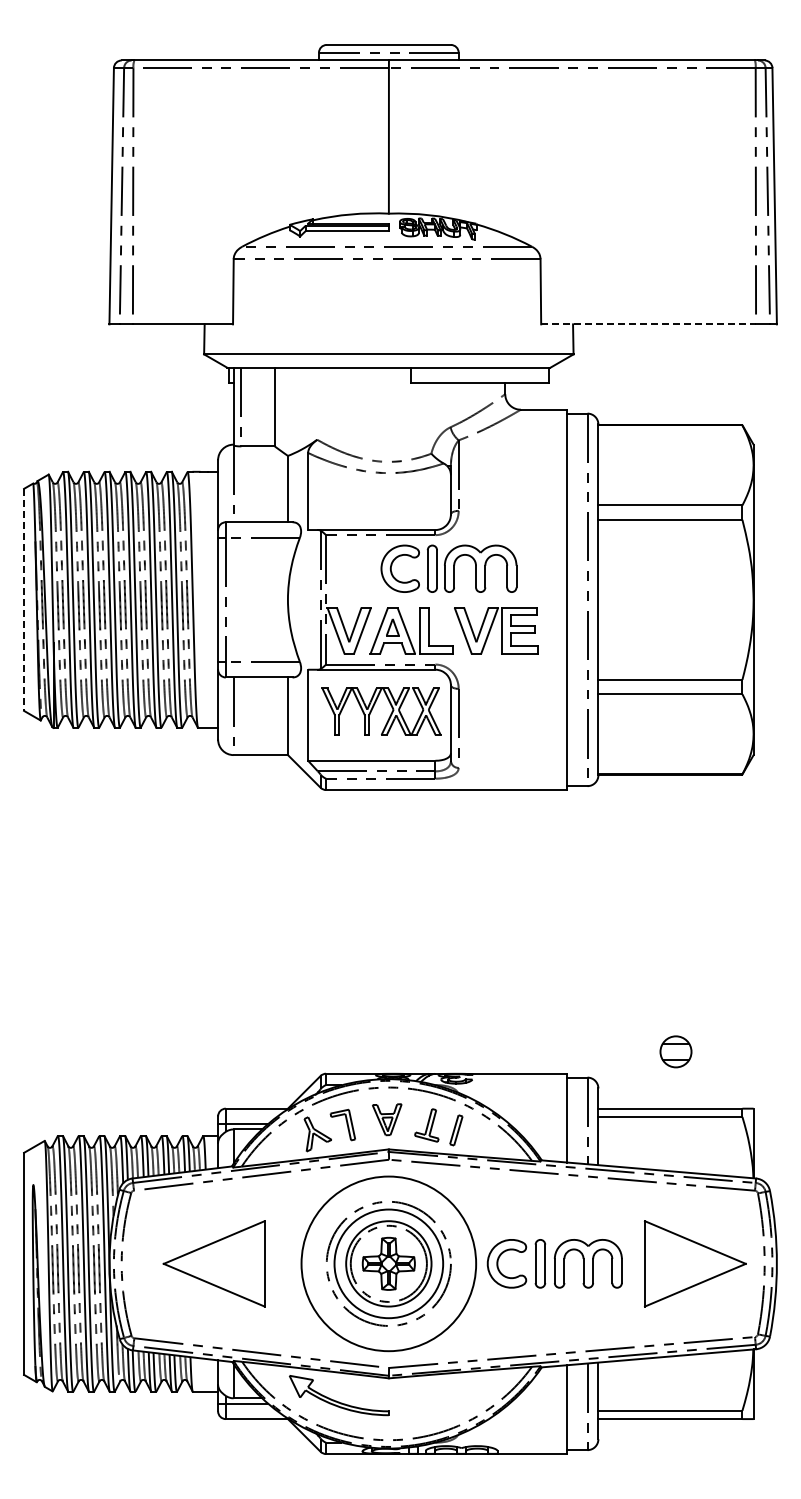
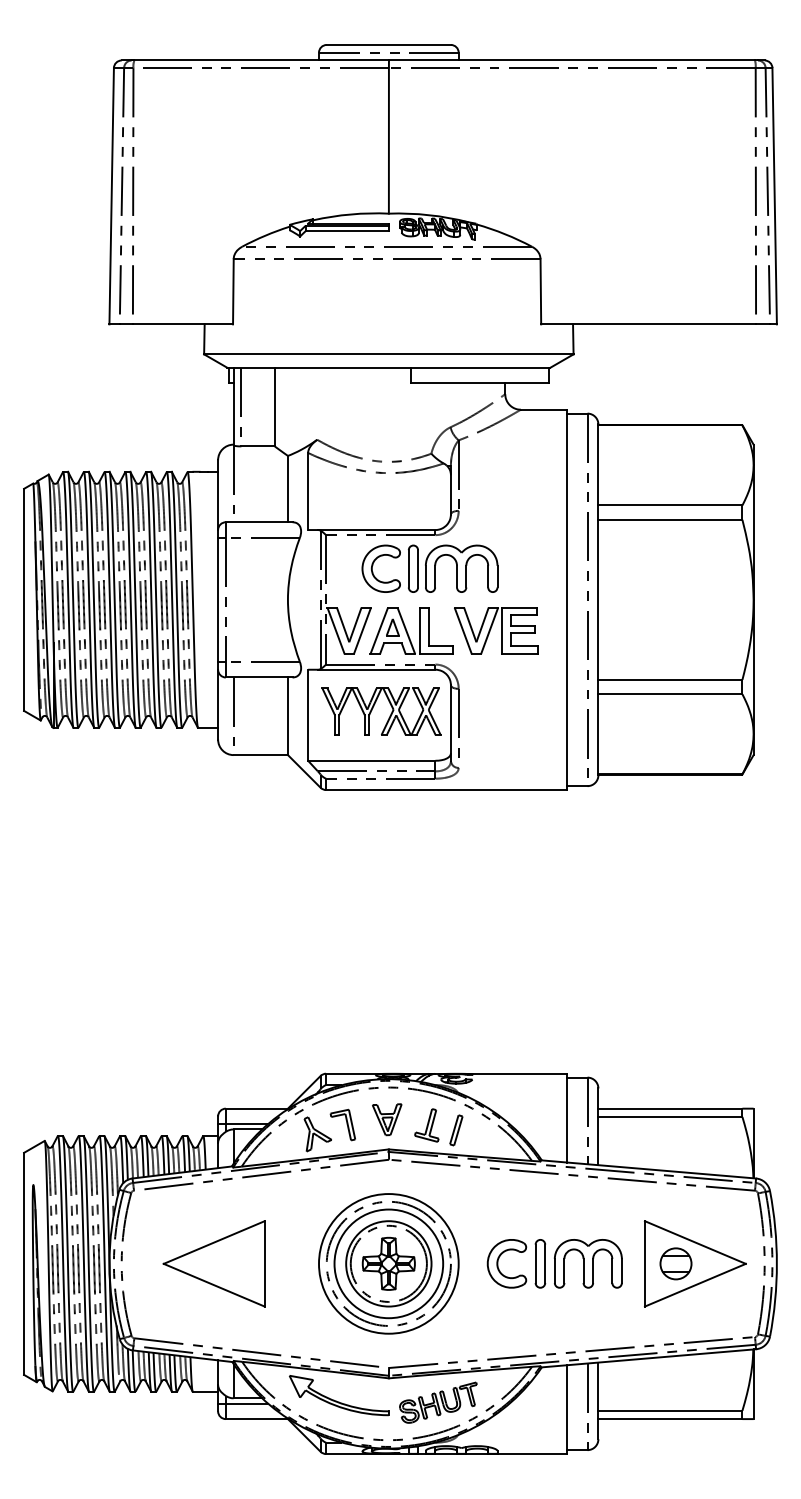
line at (649, 324): dashed -> solid
part at (448, 568) position: (448, 568) -> (429, 568)
line at (24, 600): dashed -> solid
part at (675, 1051) position: (675, 1051) -> (675, 1263)
circle at (388, 1263) diameter: 175 px -> 140 px
part at (438, 1402): none -> present
